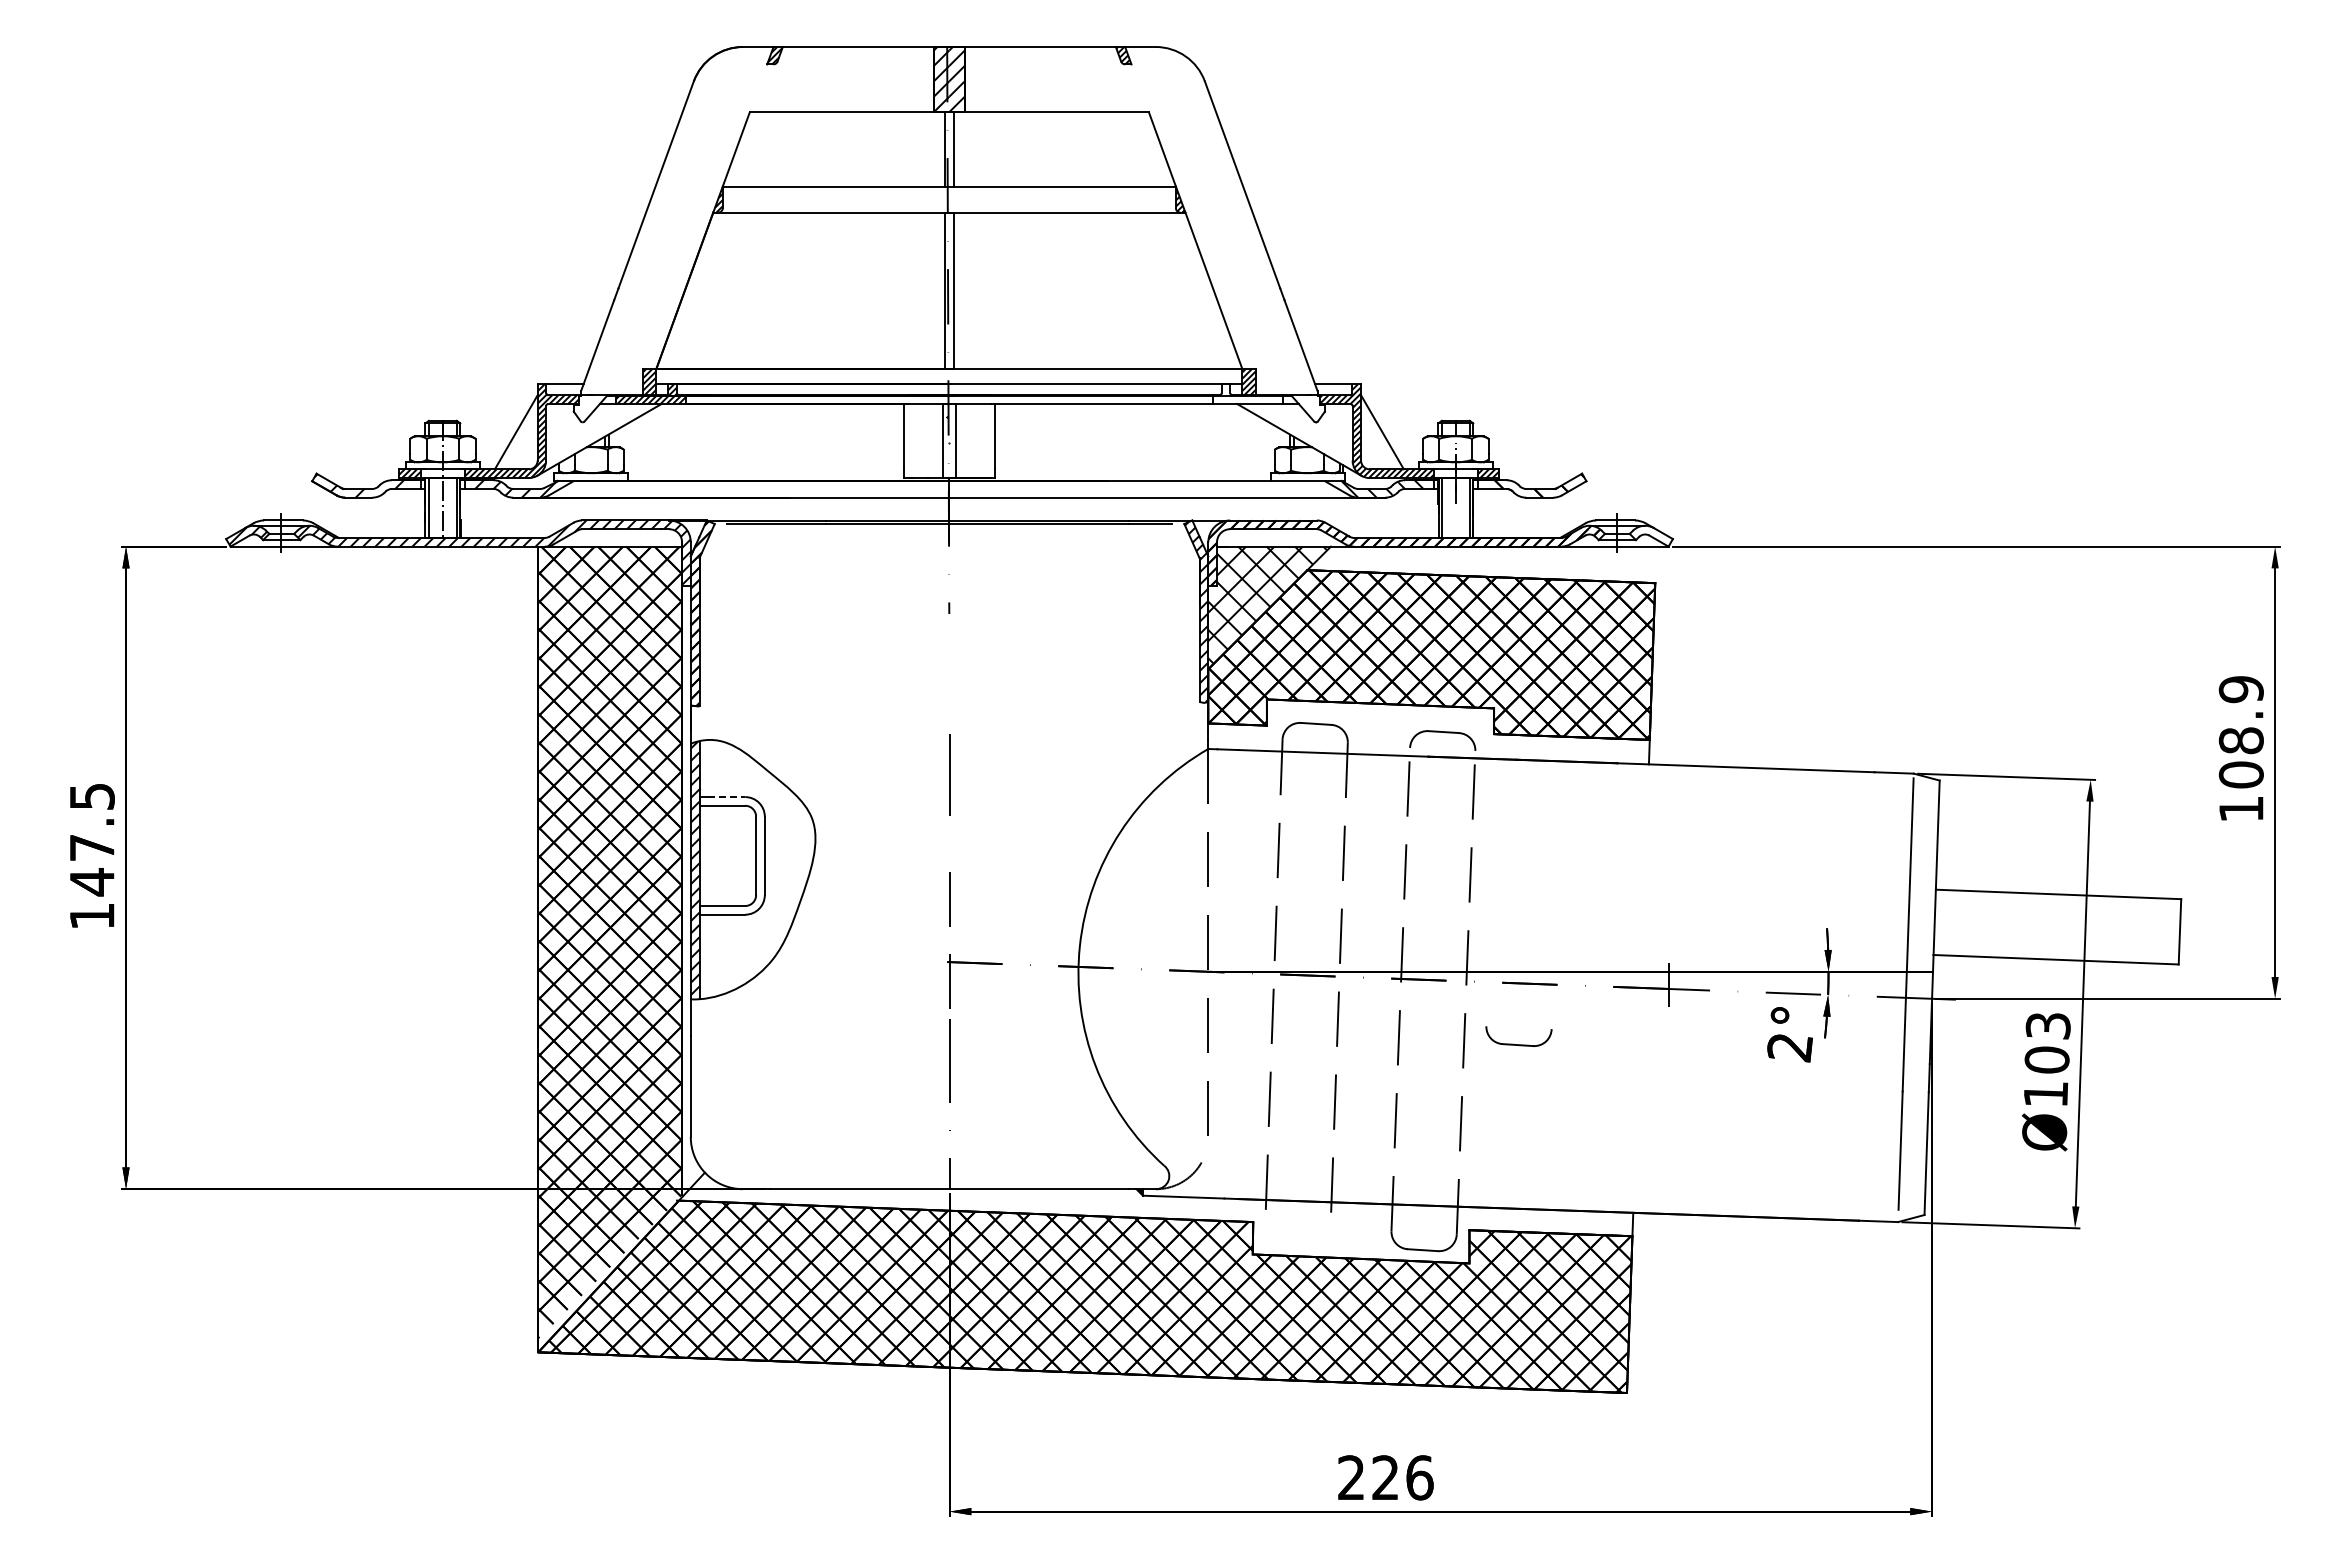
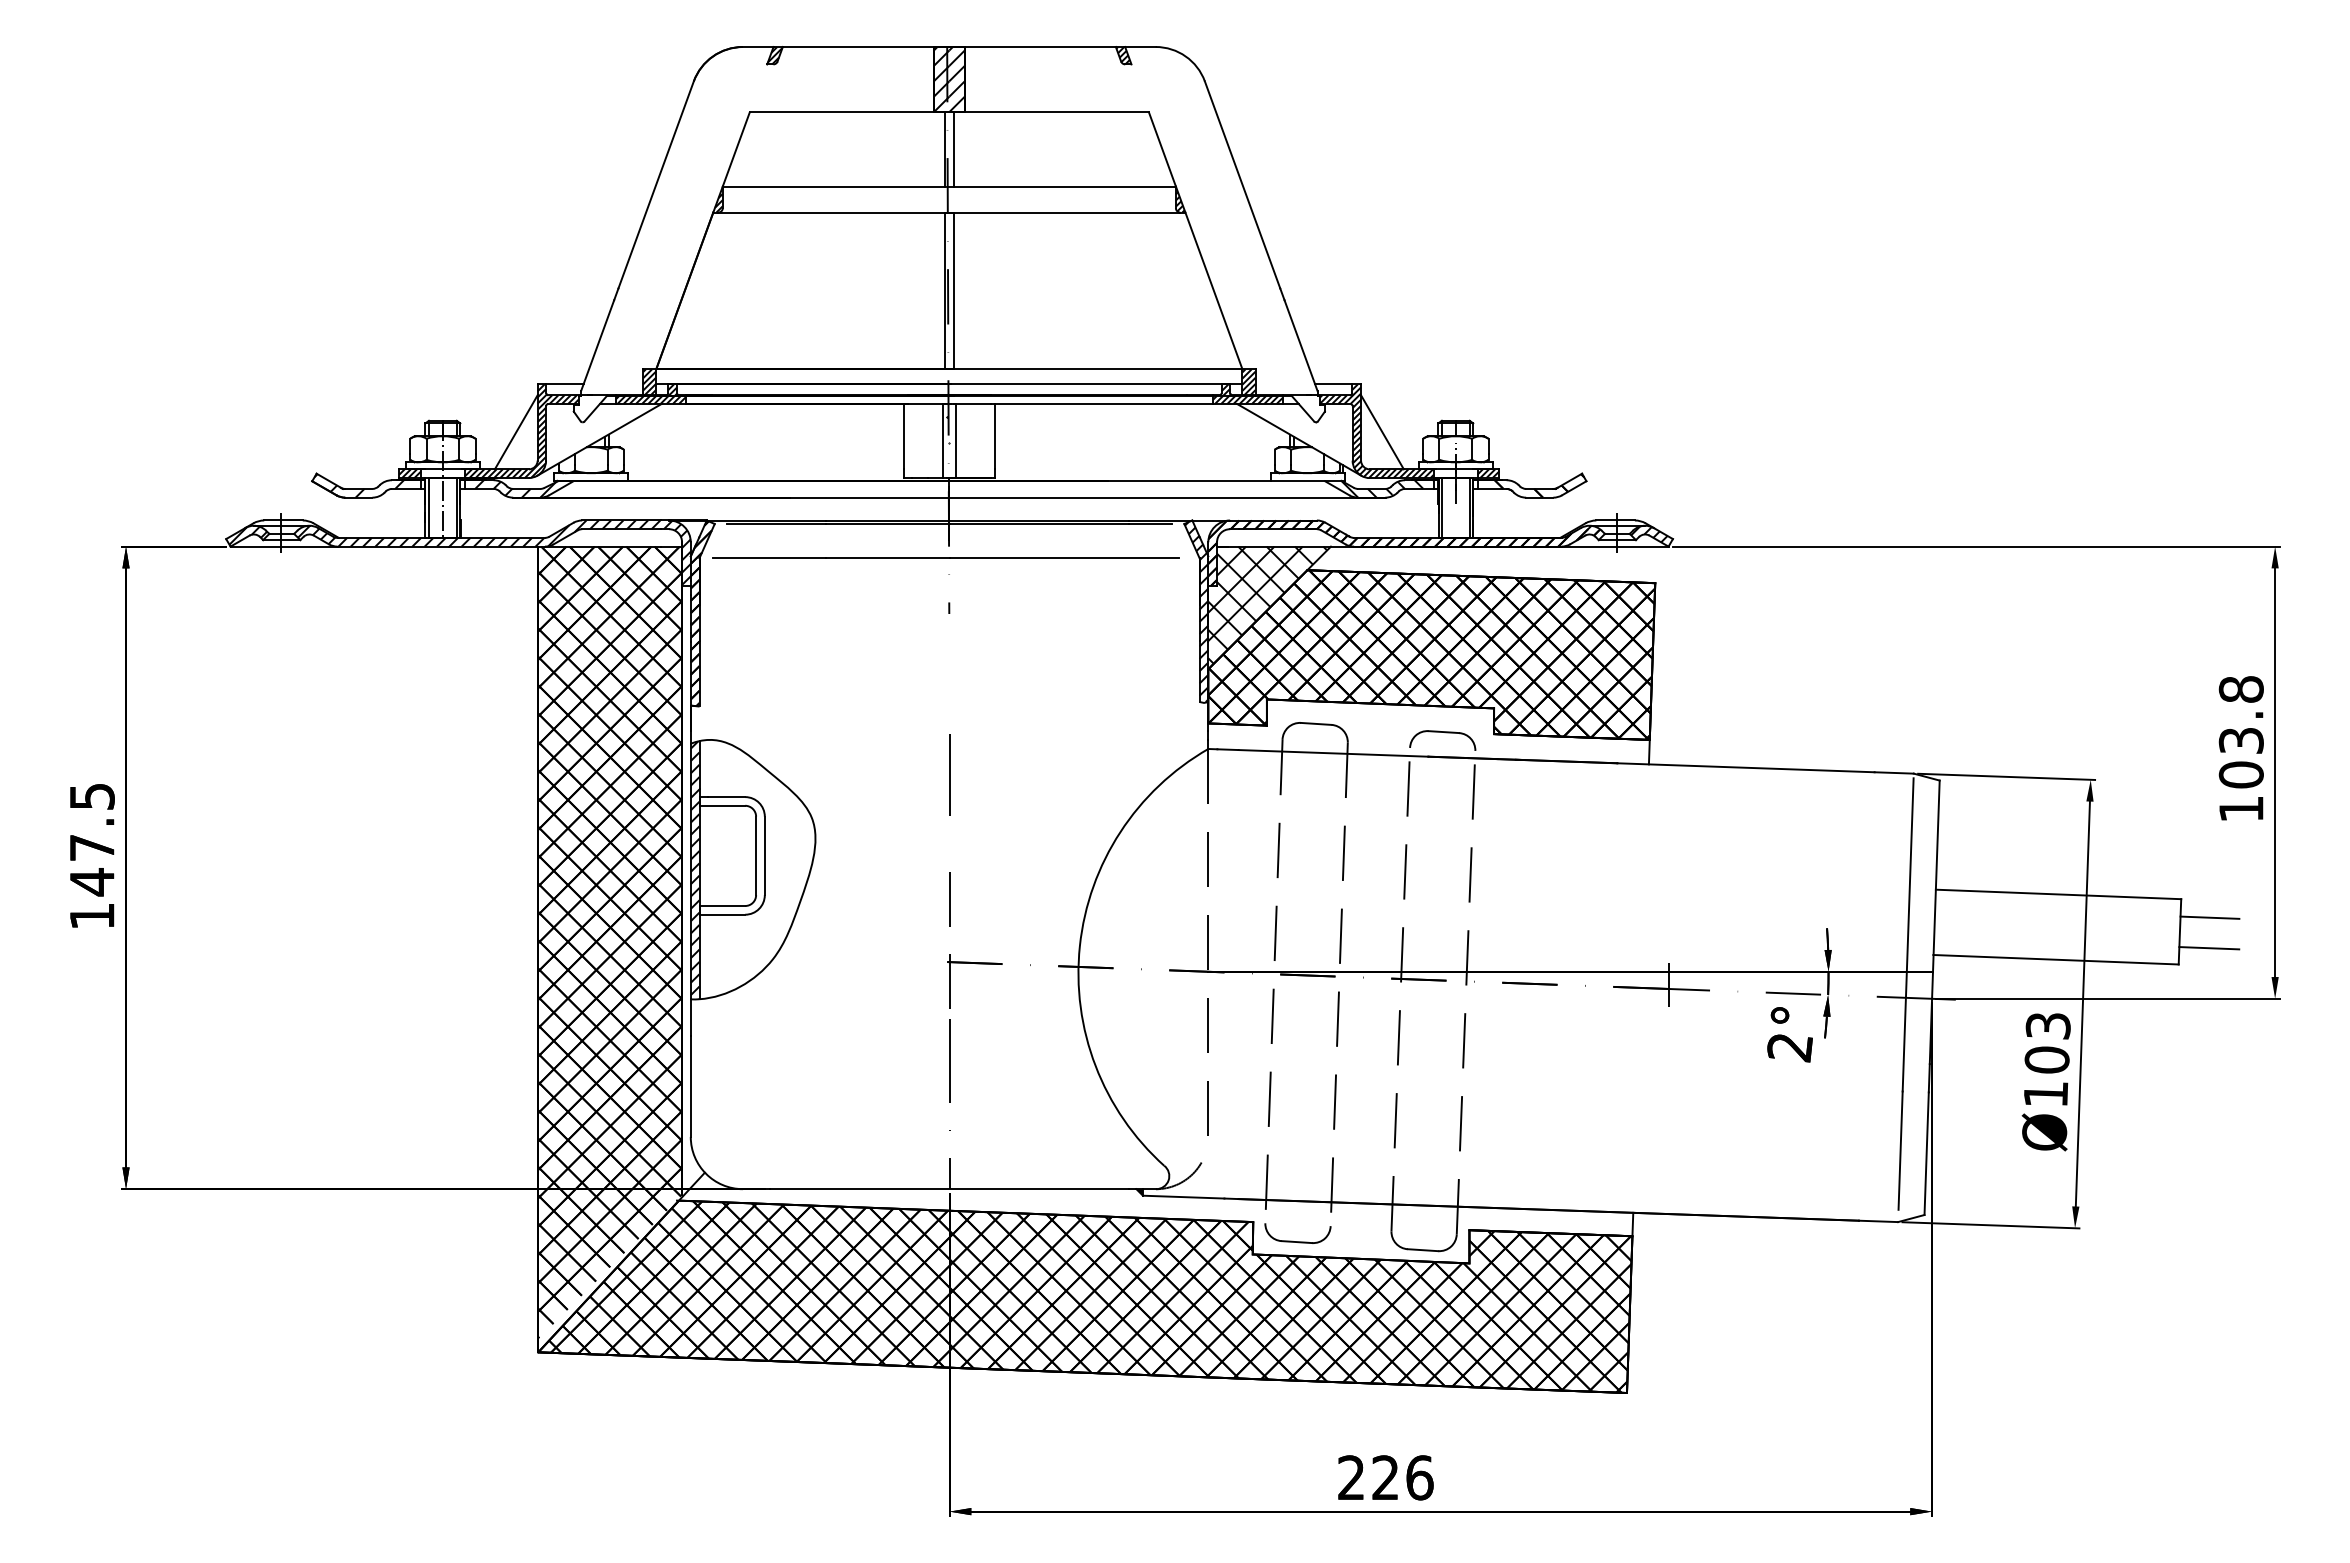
hatch at (1247, 394): none -> present
hatch at (1649, 534): none -> present
line at (945, 557): none -> present
text at (2240, 715): 108.9 -> 103.8
line at (726, 797): dashed -> solid
line at (2209, 917): none -> present
line at (2209, 948): none -> present
part at (1518, 1044) position: (1518, 1044) -> (1297, 1241)
